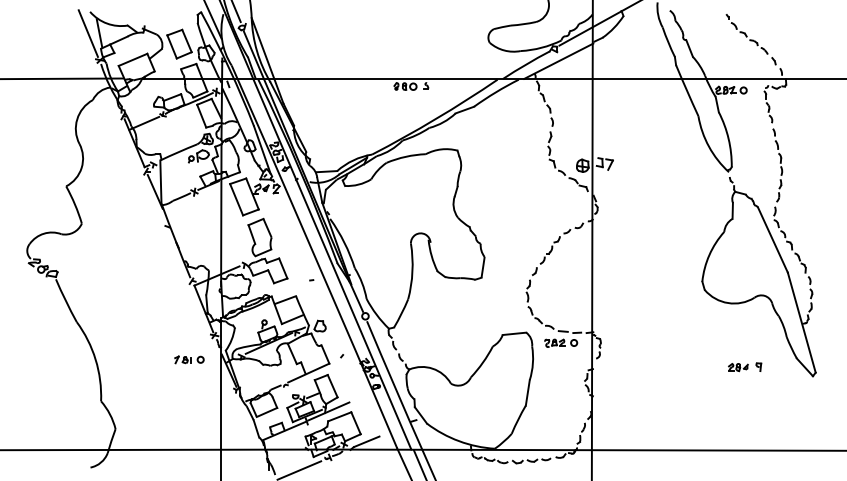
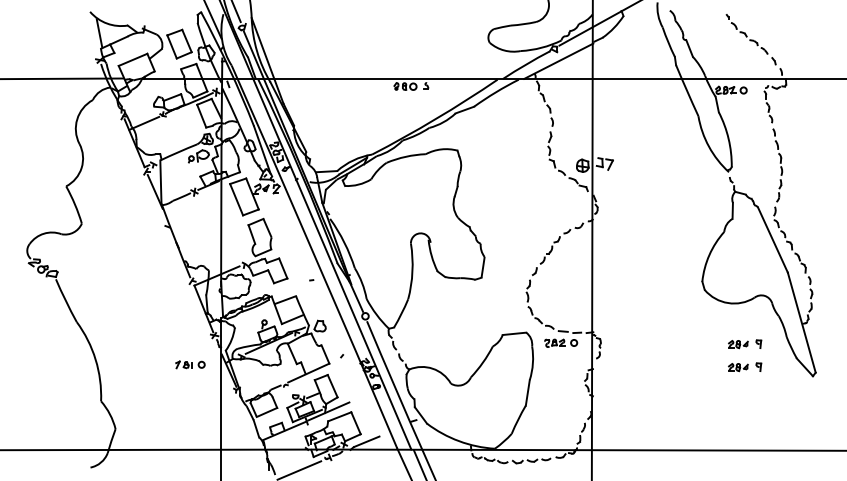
line at (87, 33): present -> none
part at (745, 344): none -> present
part at (189, 359) position: (189, 359) -> (190, 364)
